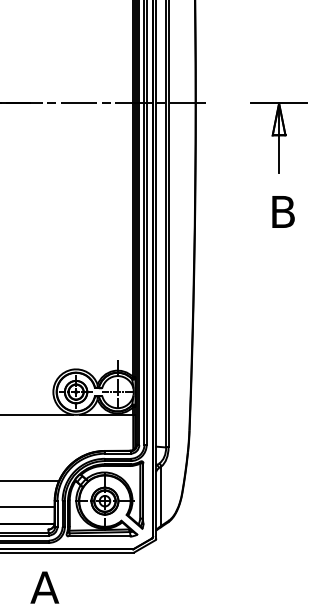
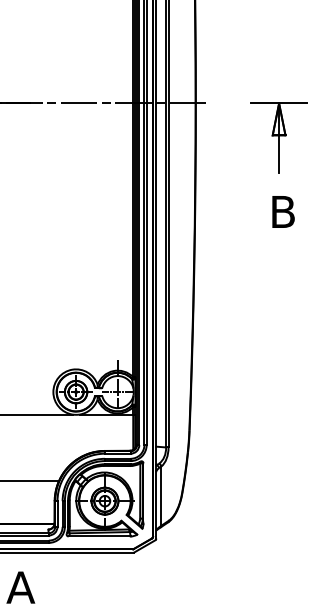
line at (28, 506): present -> none
text at (44, 587) position: (44, 587) -> (20, 587)
